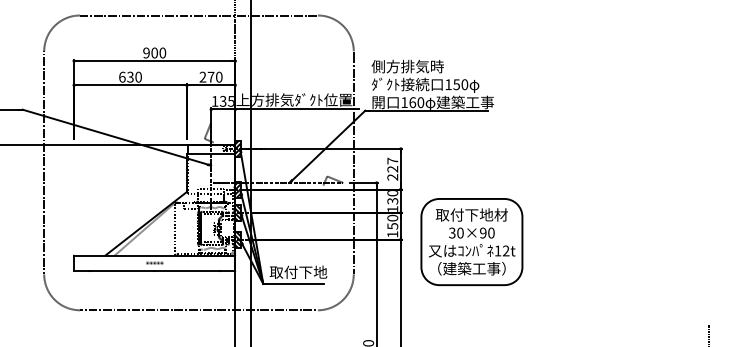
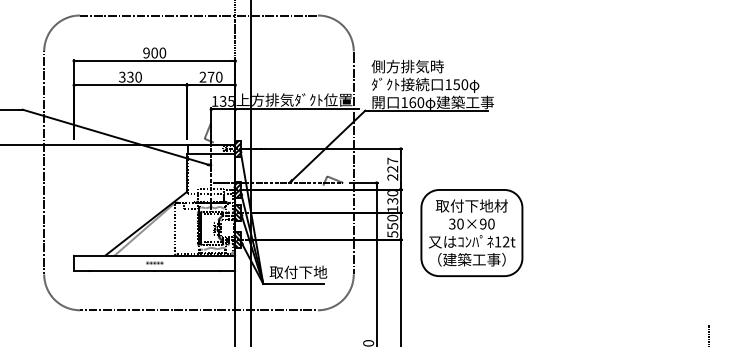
text at (122, 76): 630 -> 330
text at (392, 234): 150 -> 550
part at (471, 241) position: (471, 241) -> (471, 232)
